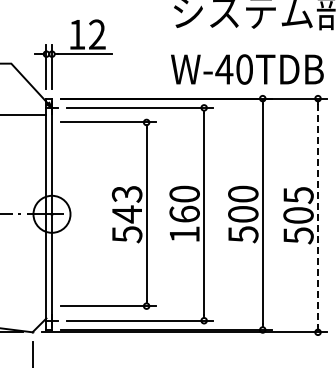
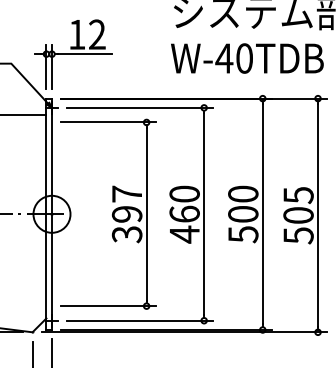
text at (247, 69) position: (247, 69) -> (247, 58)
text at (126, 213): 543 -> 397
line at (318, 215): dashed -> solid
text at (184, 234): 160 -> 460
line at (52, 351): none -> present
